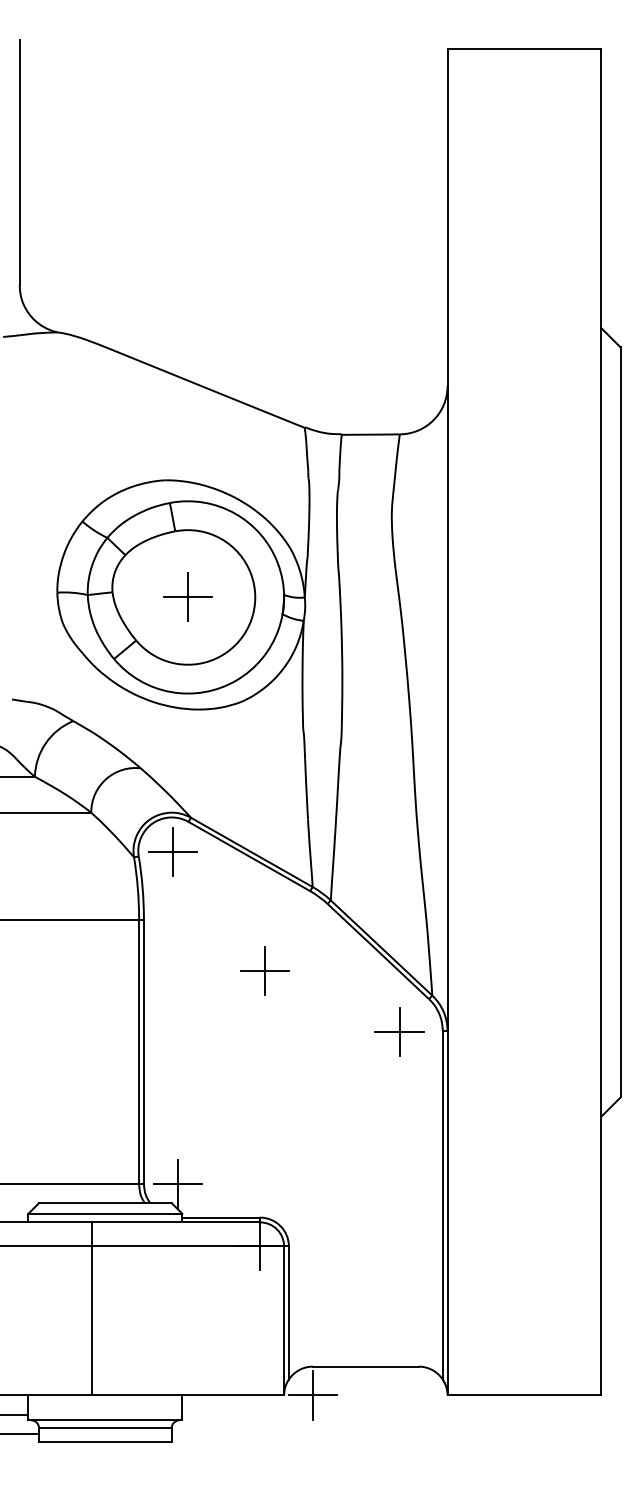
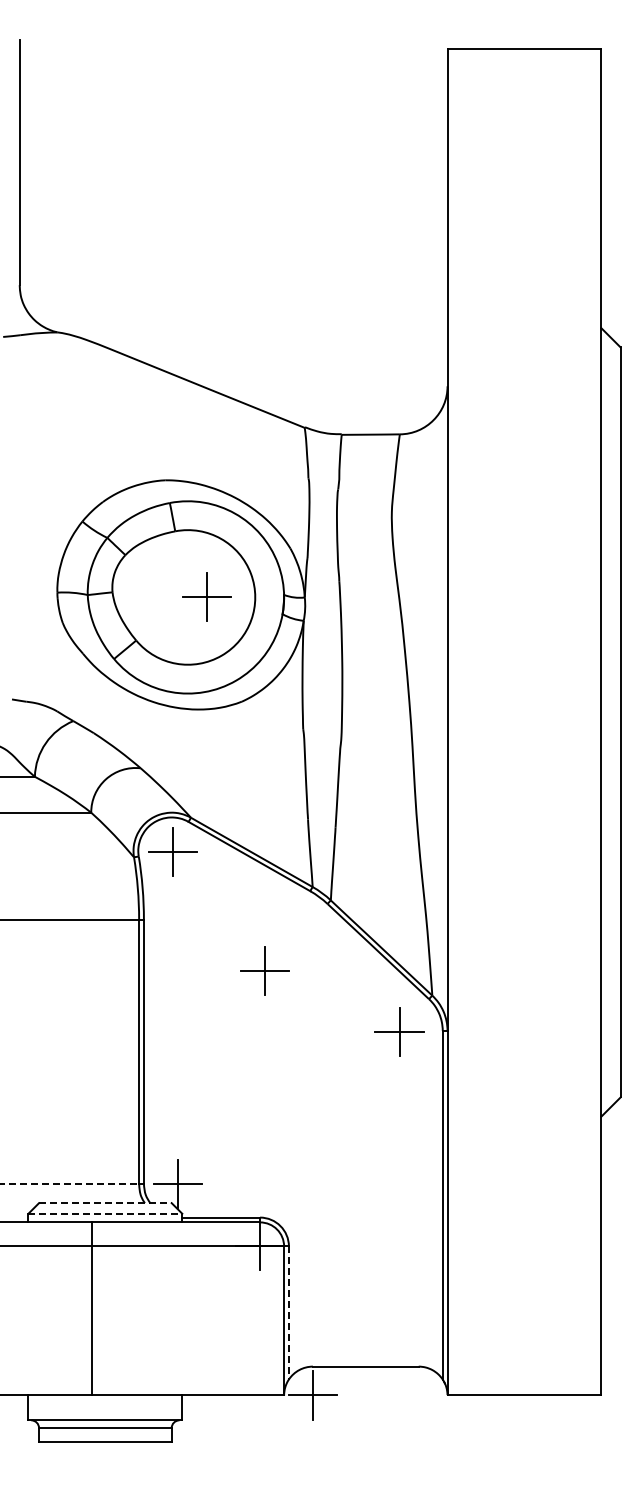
part at (187, 596) position: (187, 596) -> (206, 596)
line at (70, 1183): solid -> dashed
line at (105, 1203): solid -> dashed
line at (105, 1213): solid -> dashed
line at (288, 1312): solid -> dashed
line at (15, 1414): present -> none
line at (20, 1433): present -> none
